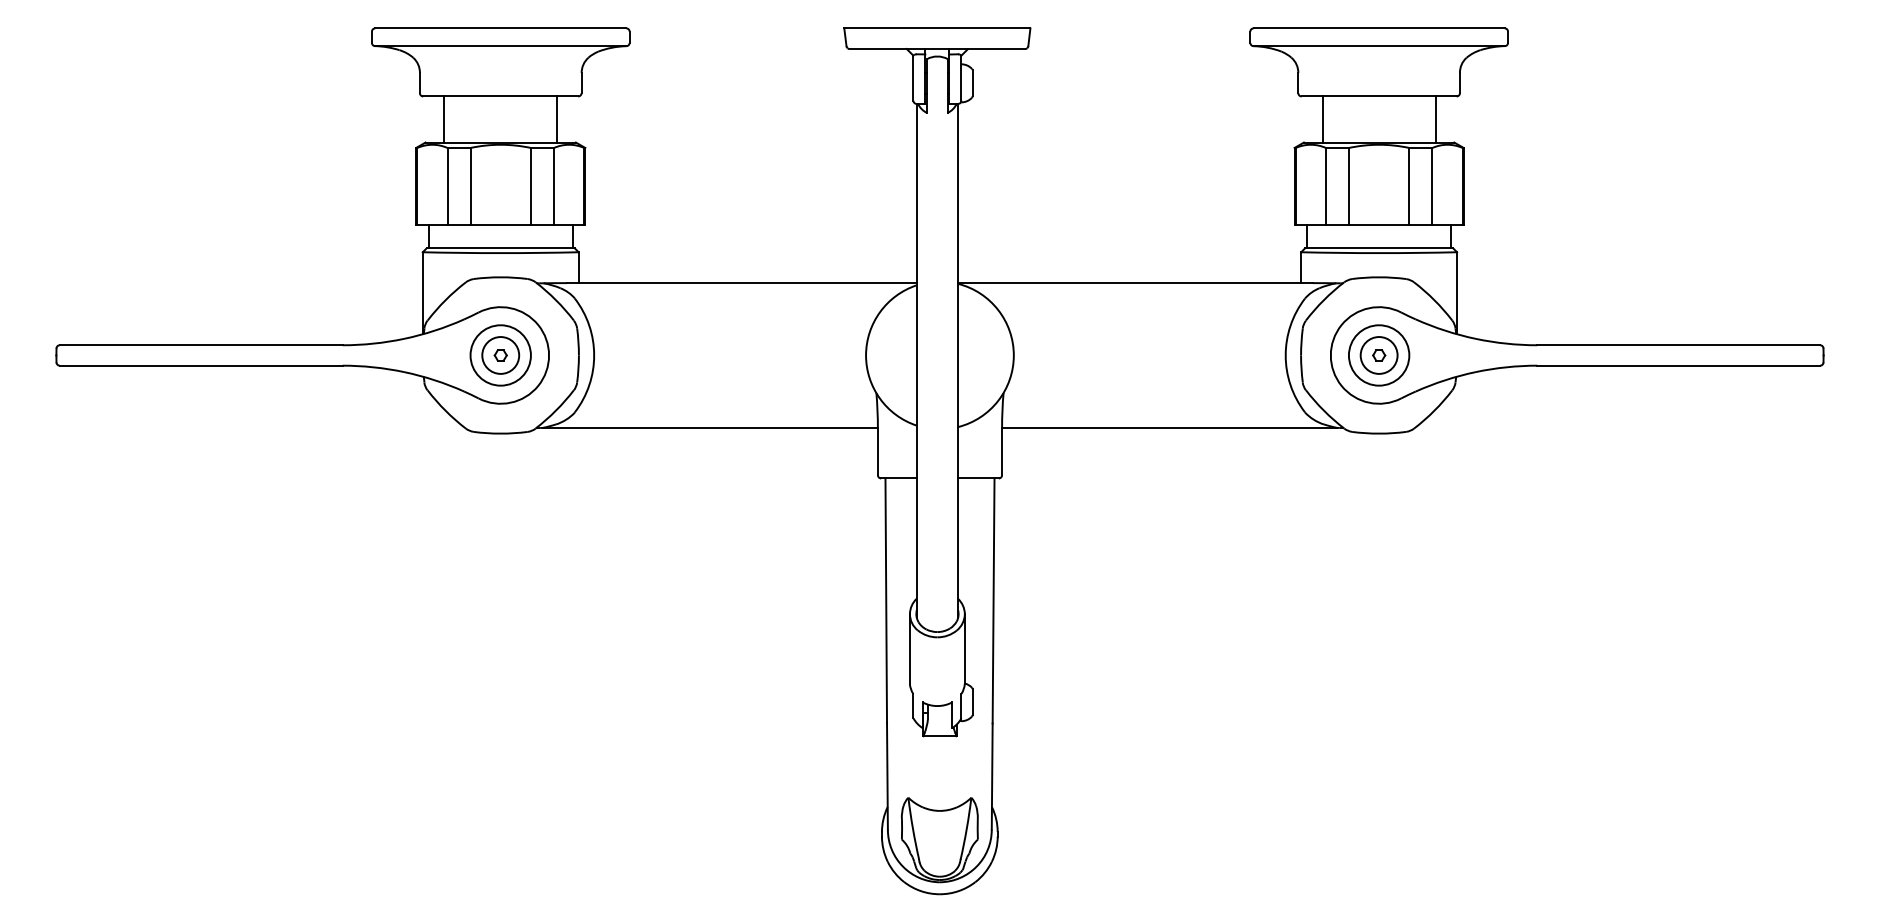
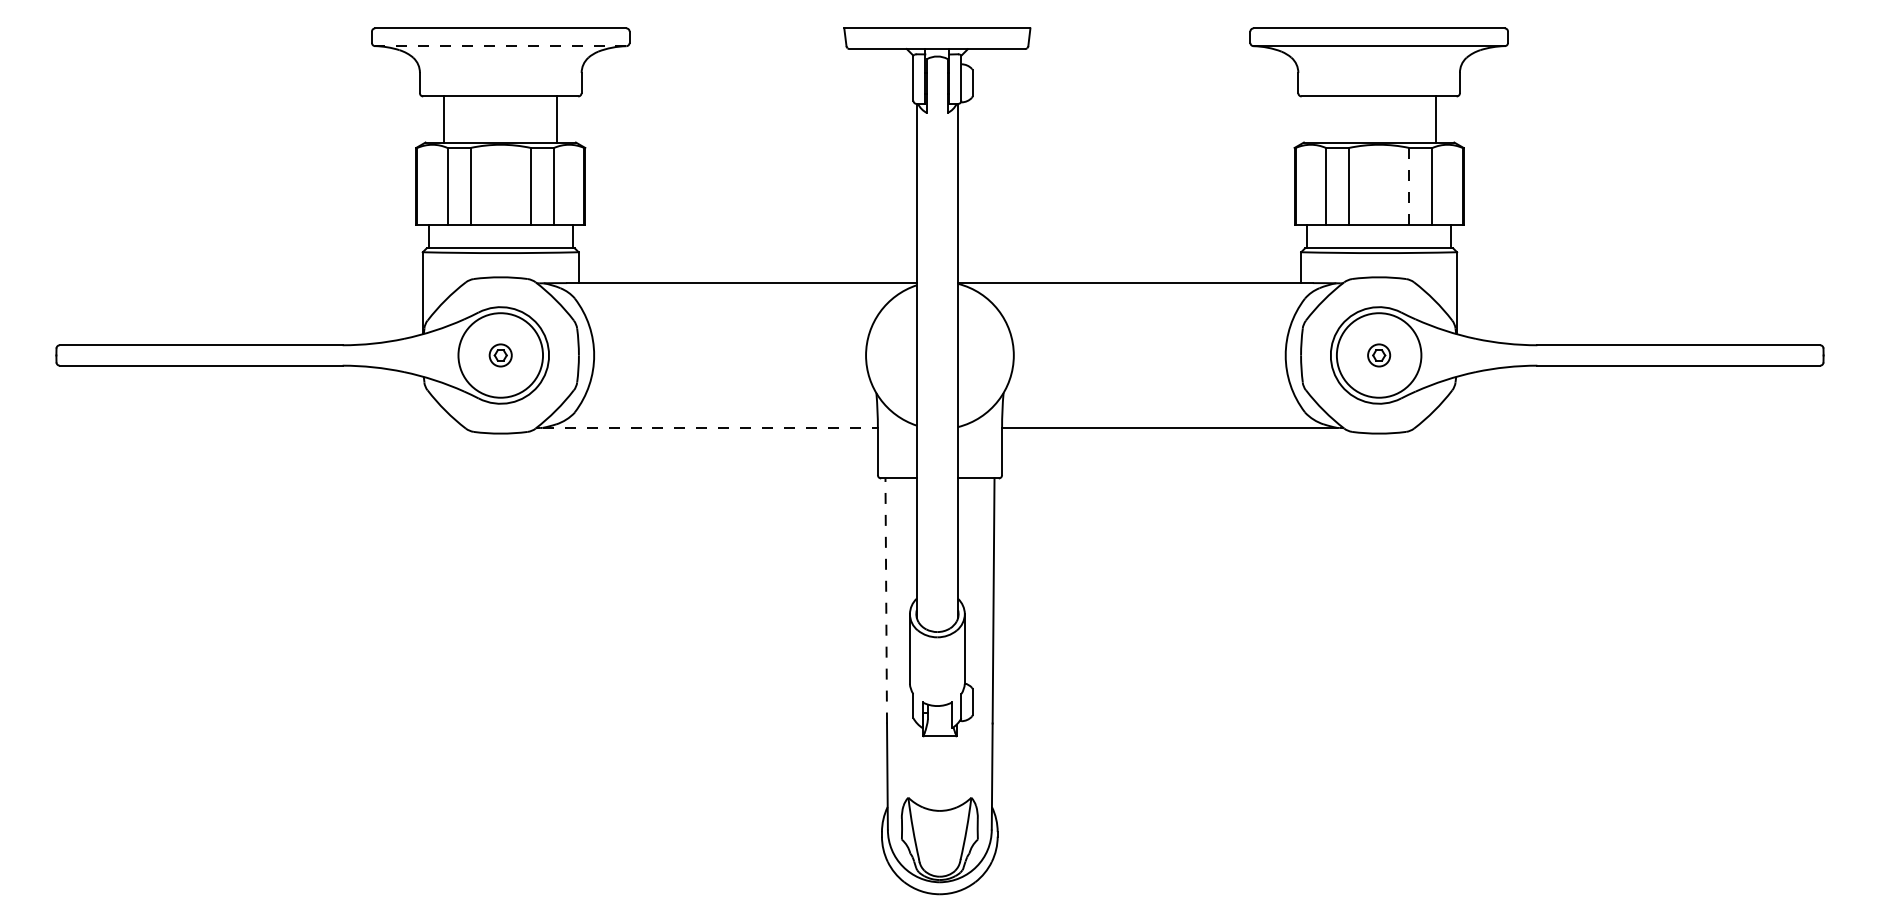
line at (500, 46): solid -> dashed
line at (1322, 119): present -> none
line at (1409, 185): solid -> dashed
circle at (500, 355) diameter: 37 px -> 22 px
circle at (500, 355) diameter: 60 px -> 85 px
circle at (1378, 355) diameter: 37 px -> 22 px
circle at (1378, 355) diameter: 60 px -> 85 px
line at (710, 427): solid -> dashed
line at (886, 600): solid -> dashed
